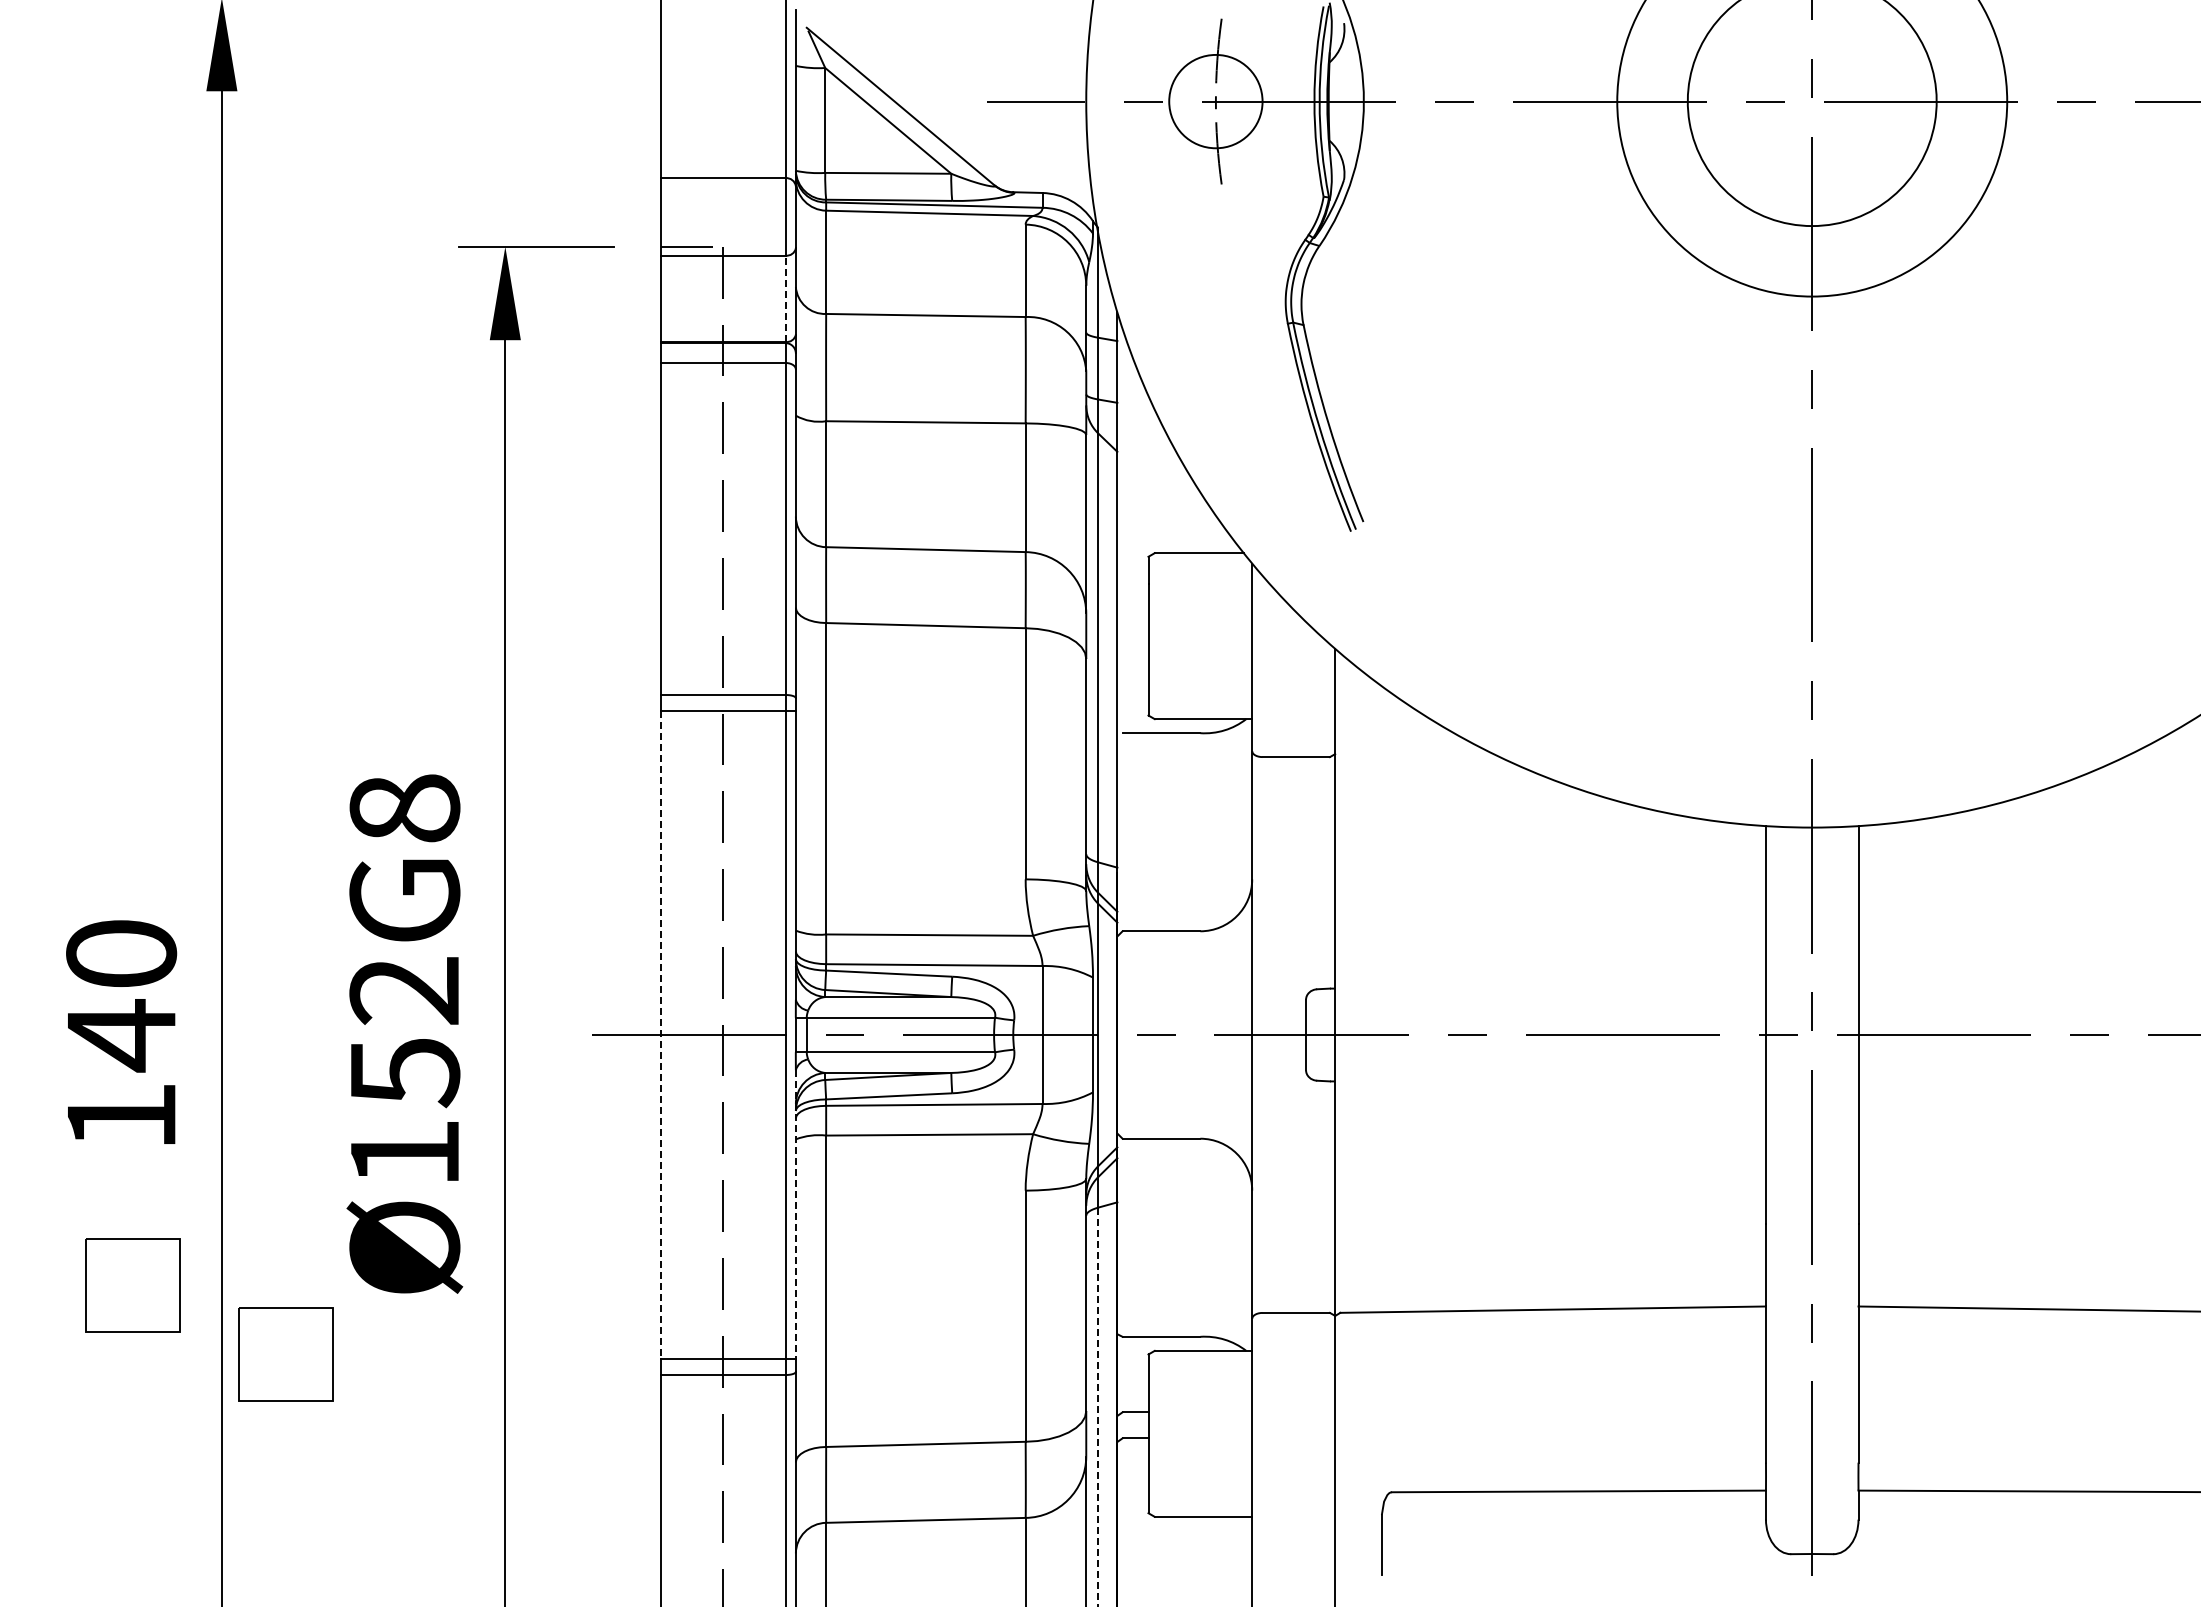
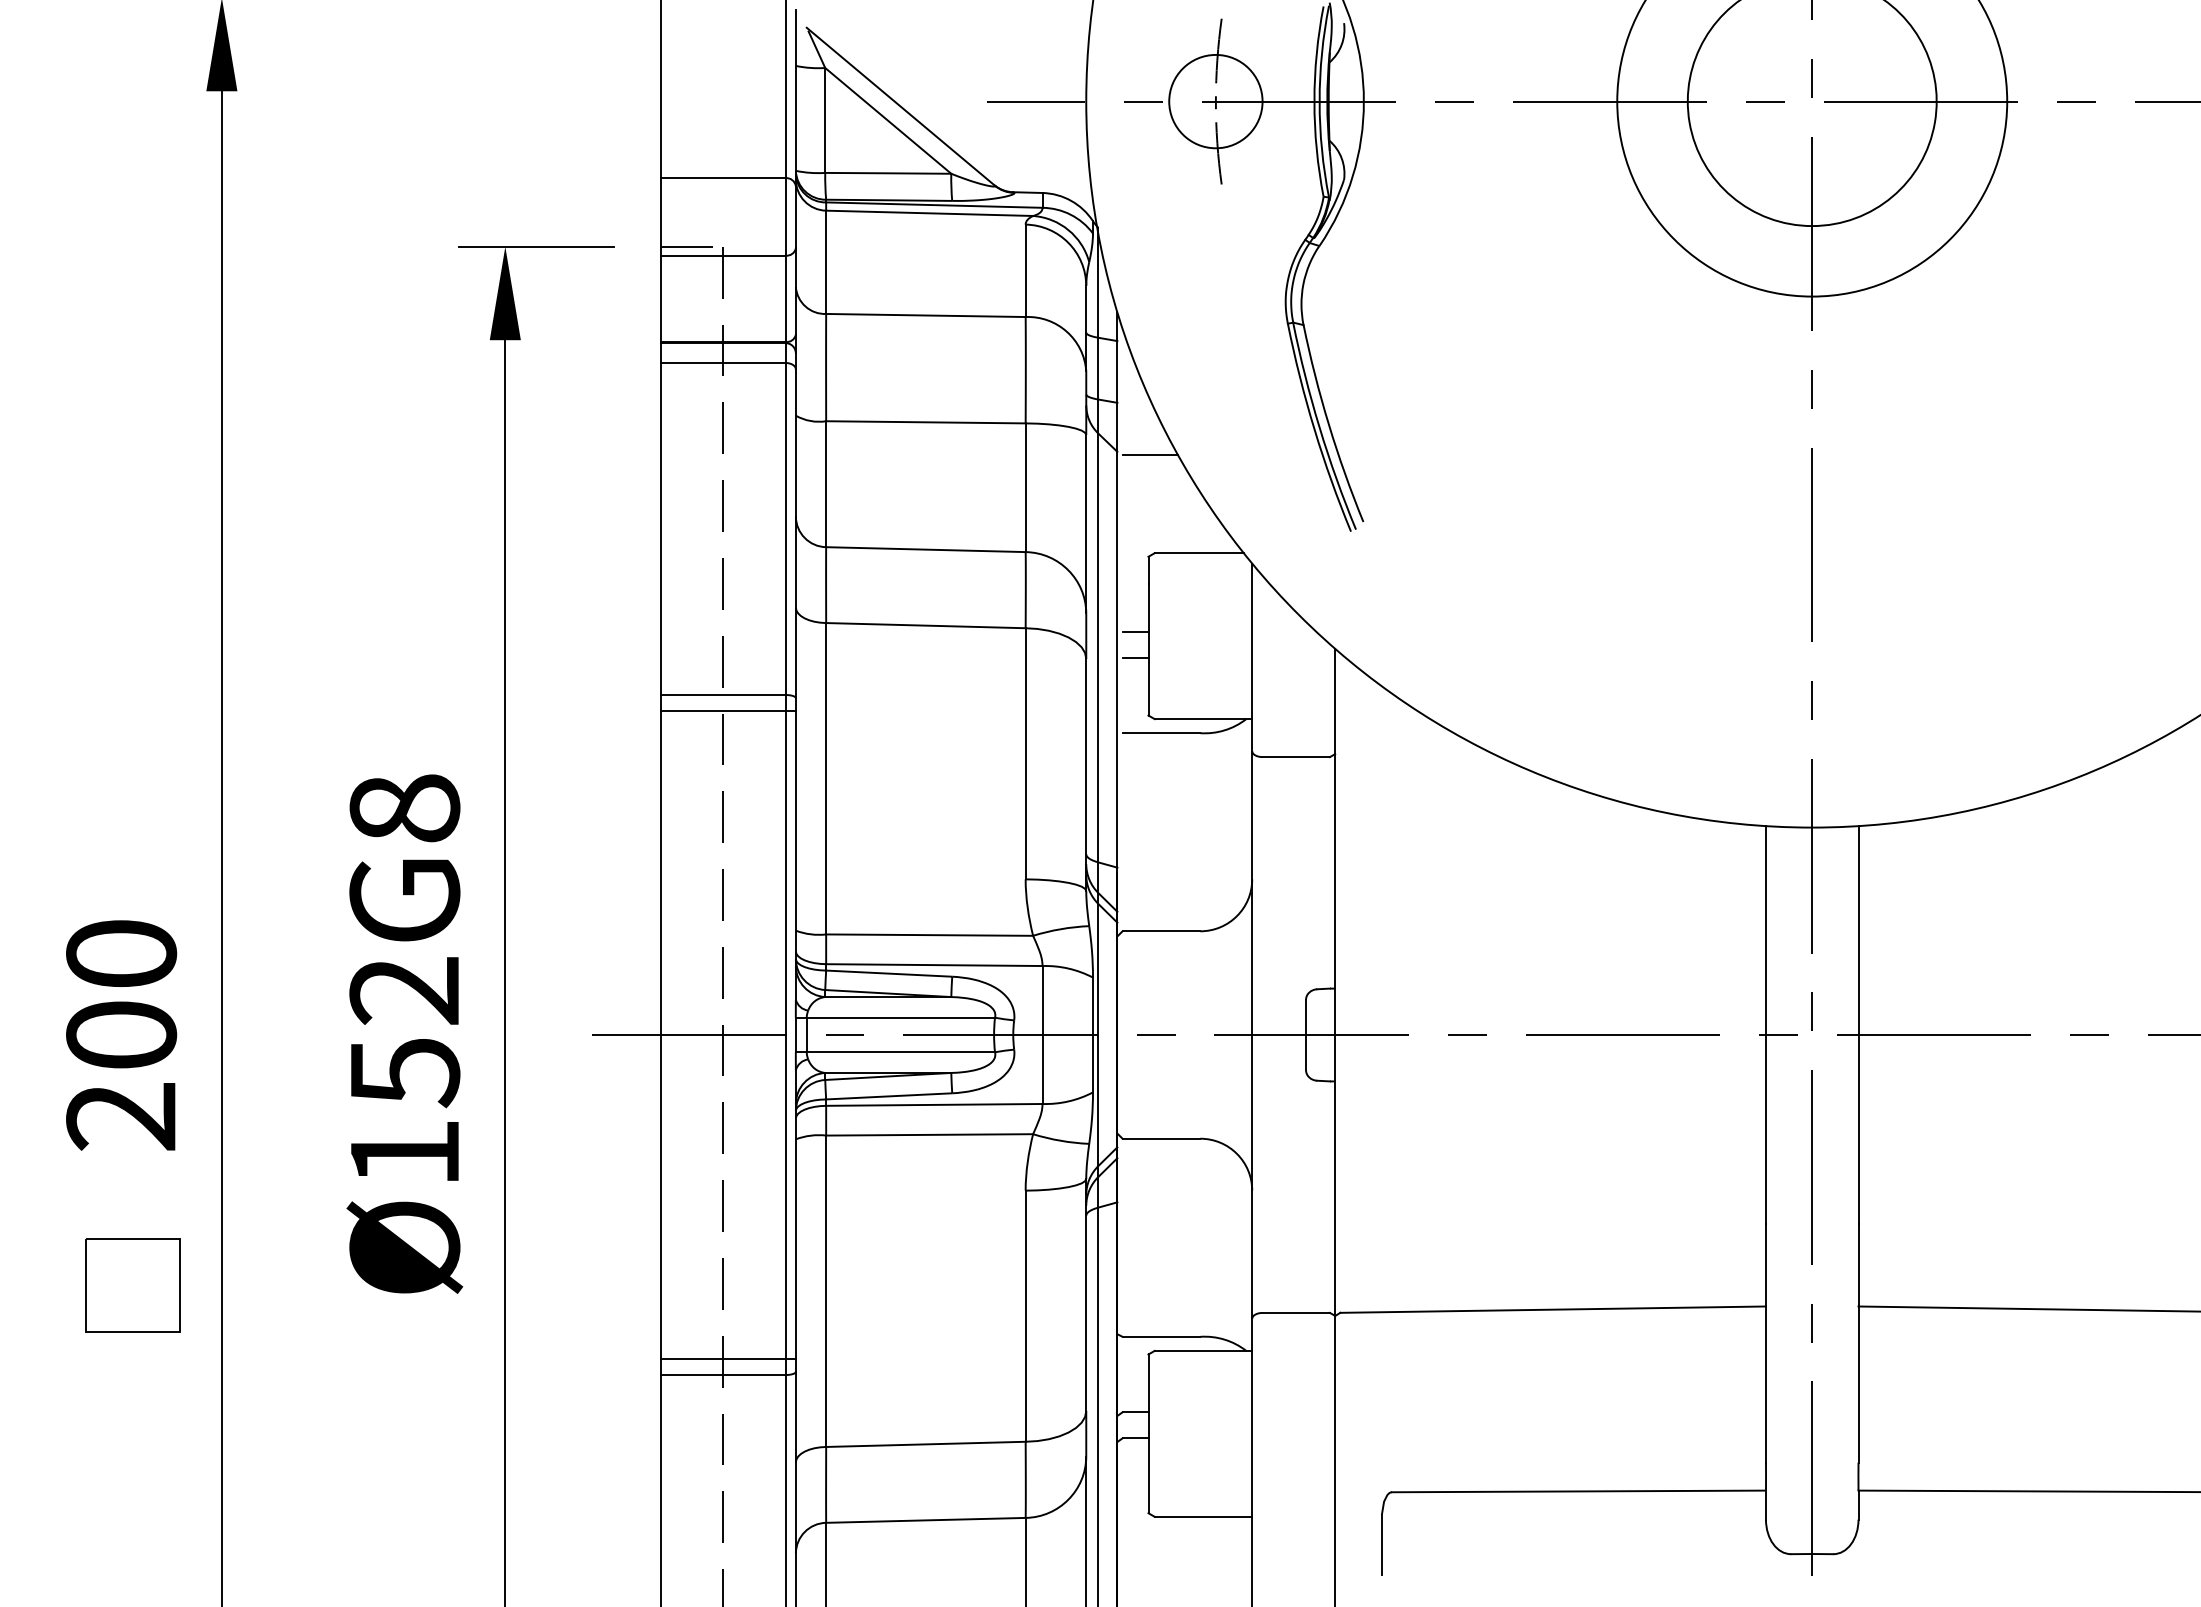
line at (785, 298): dashed -> solid
line at (1149, 454): none -> present
line at (1135, 631): none -> present
line at (1135, 657): none -> present
line at (661, 1035): dashed -> solid
text at (121, 1074): 140 -> 200
line at (795, 1215): dashed -> solid
part at (285, 1354): present -> none
line at (1098, 1407): dashed -> solid
